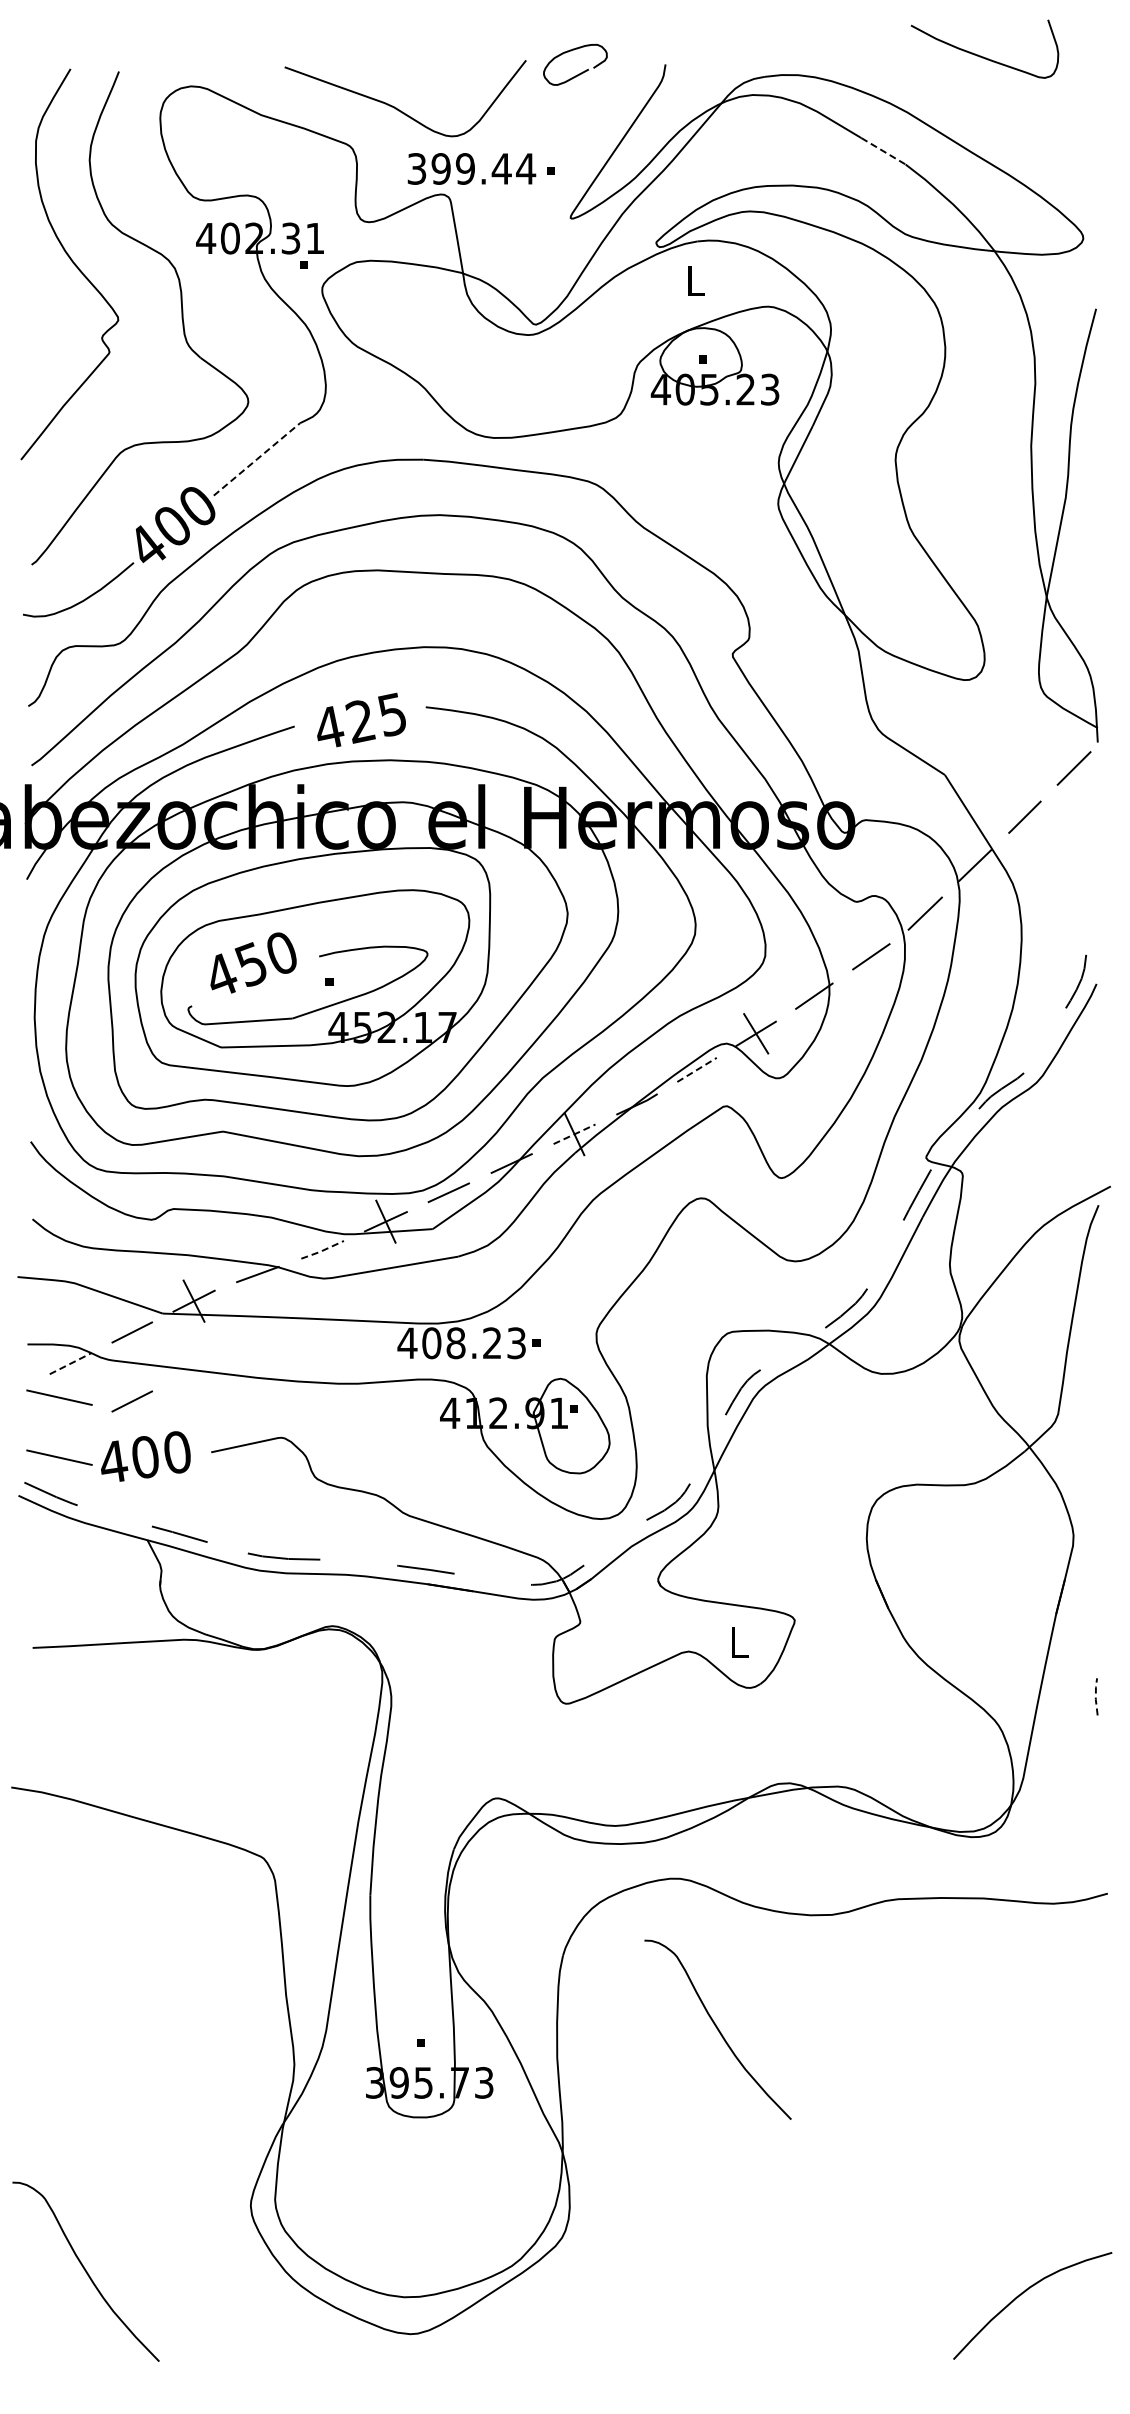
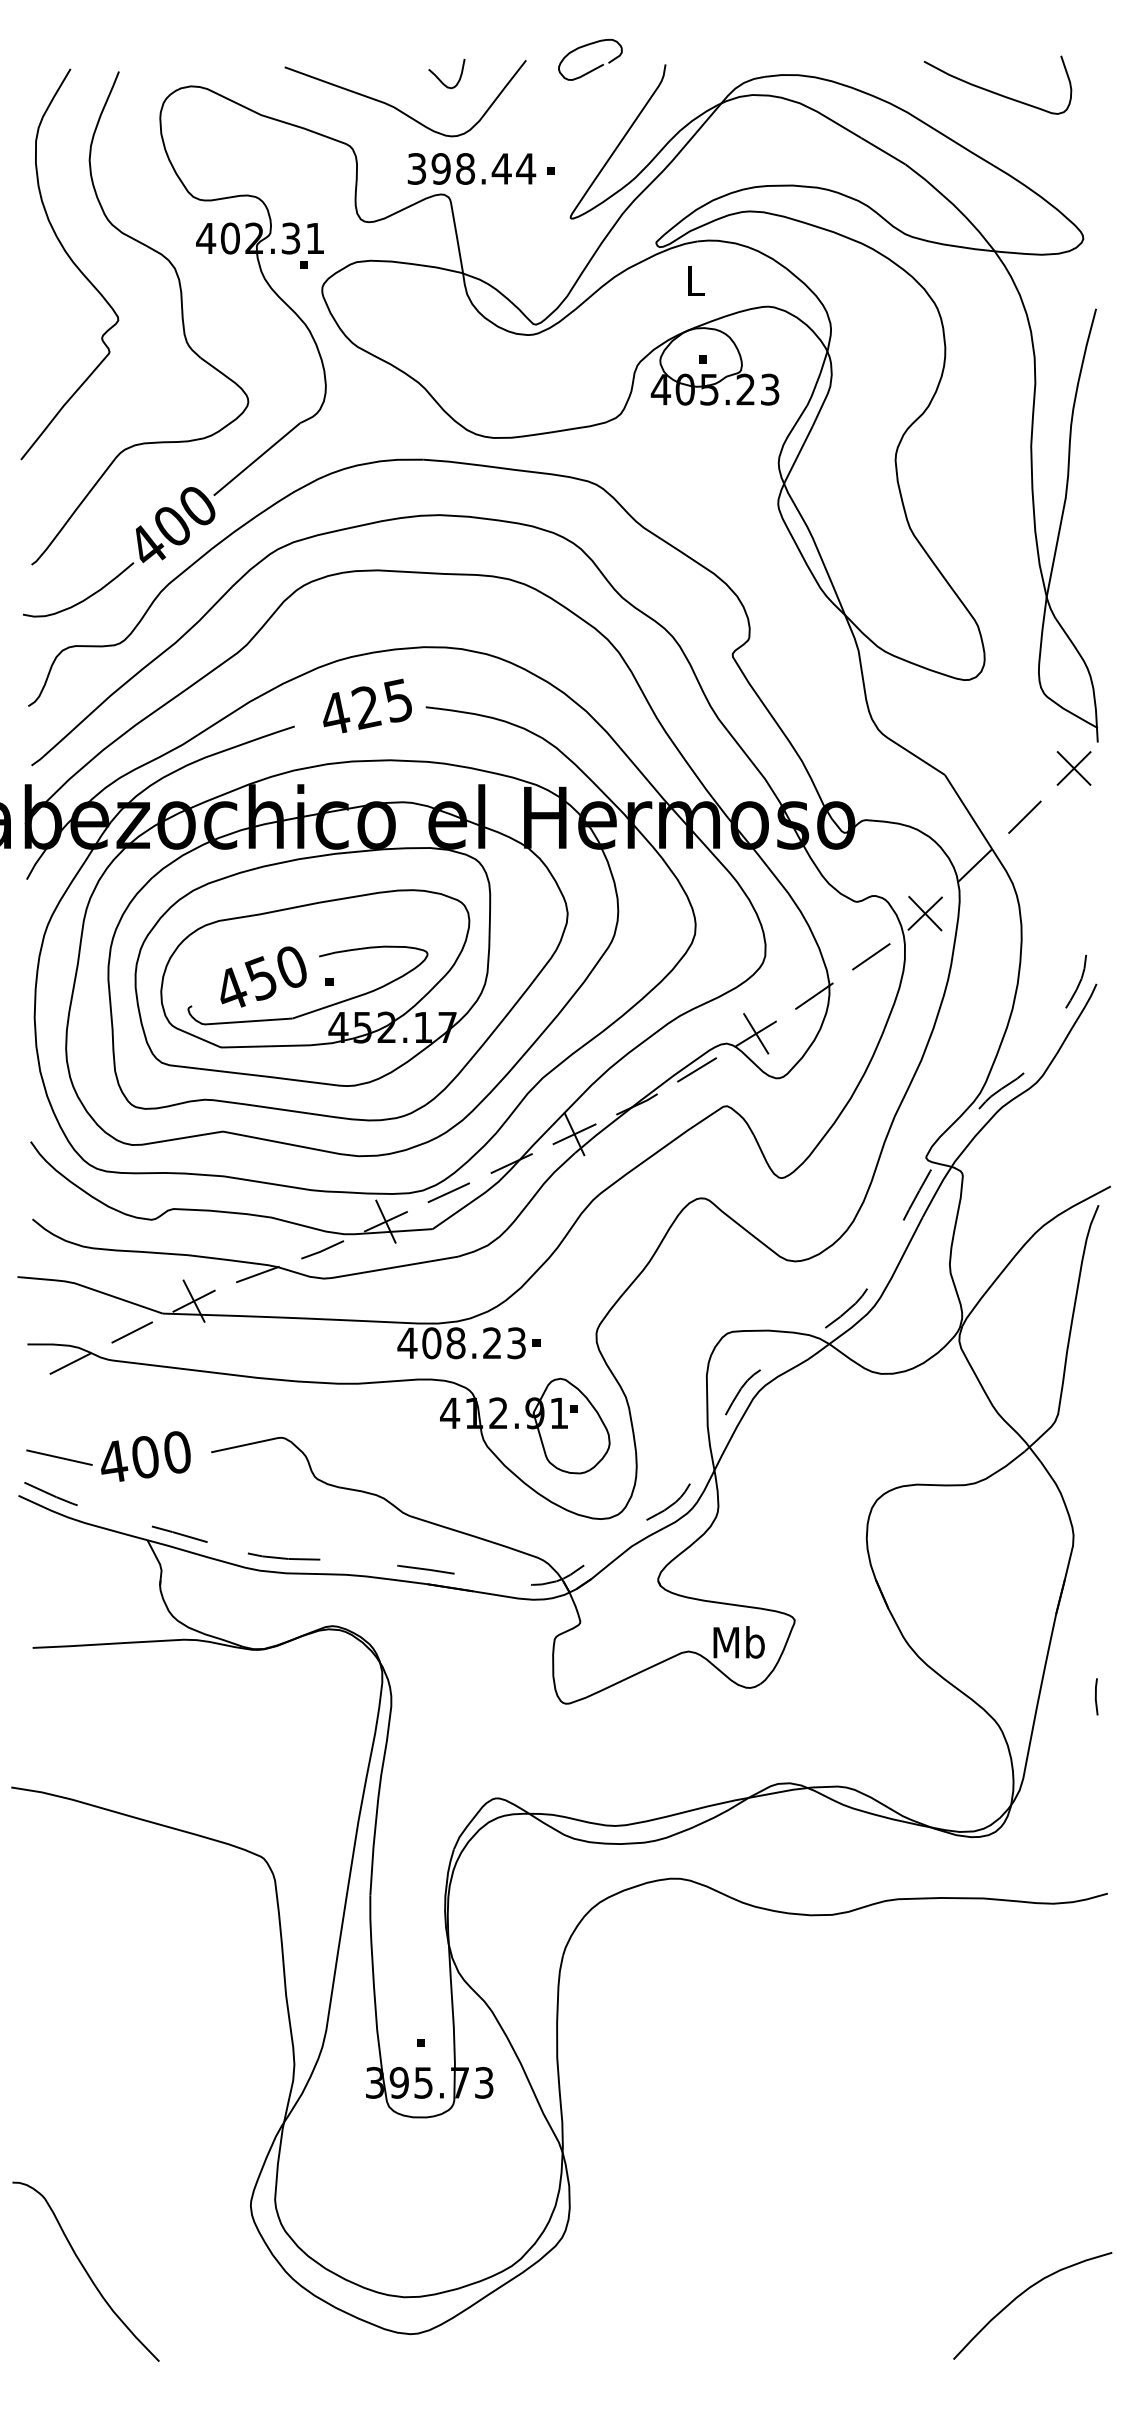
curve at (980, 55) position: (980, 55) -> (993, 91)
curve at (580, 72) position: (580, 72) -> (595, 67)
curve at (440, 79): none -> present
line at (883, 151): dashed -> solid
text at (465, 168): 399.44 -> 398.44
line at (257, 459): dashed -> solid
text at (361, 719) position: (361, 719) -> (367, 705)
line at (1073, 768): none -> present
line at (925, 913): none -> present
text at (253, 962) position: (253, 962) -> (263, 976)
line at (697, 1069): dashed -> solid
line at (574, 1134): dashed -> solid
line at (322, 1250): dashed -> solid
line at (70, 1363): dashed -> solid
line at (59, 1397): present -> none
line at (131, 1401): present -> none
text at (738, 1642): L -> Mb
line at (1095, 1695): dashed -> solid
curve at (717, 2029): present -> none
